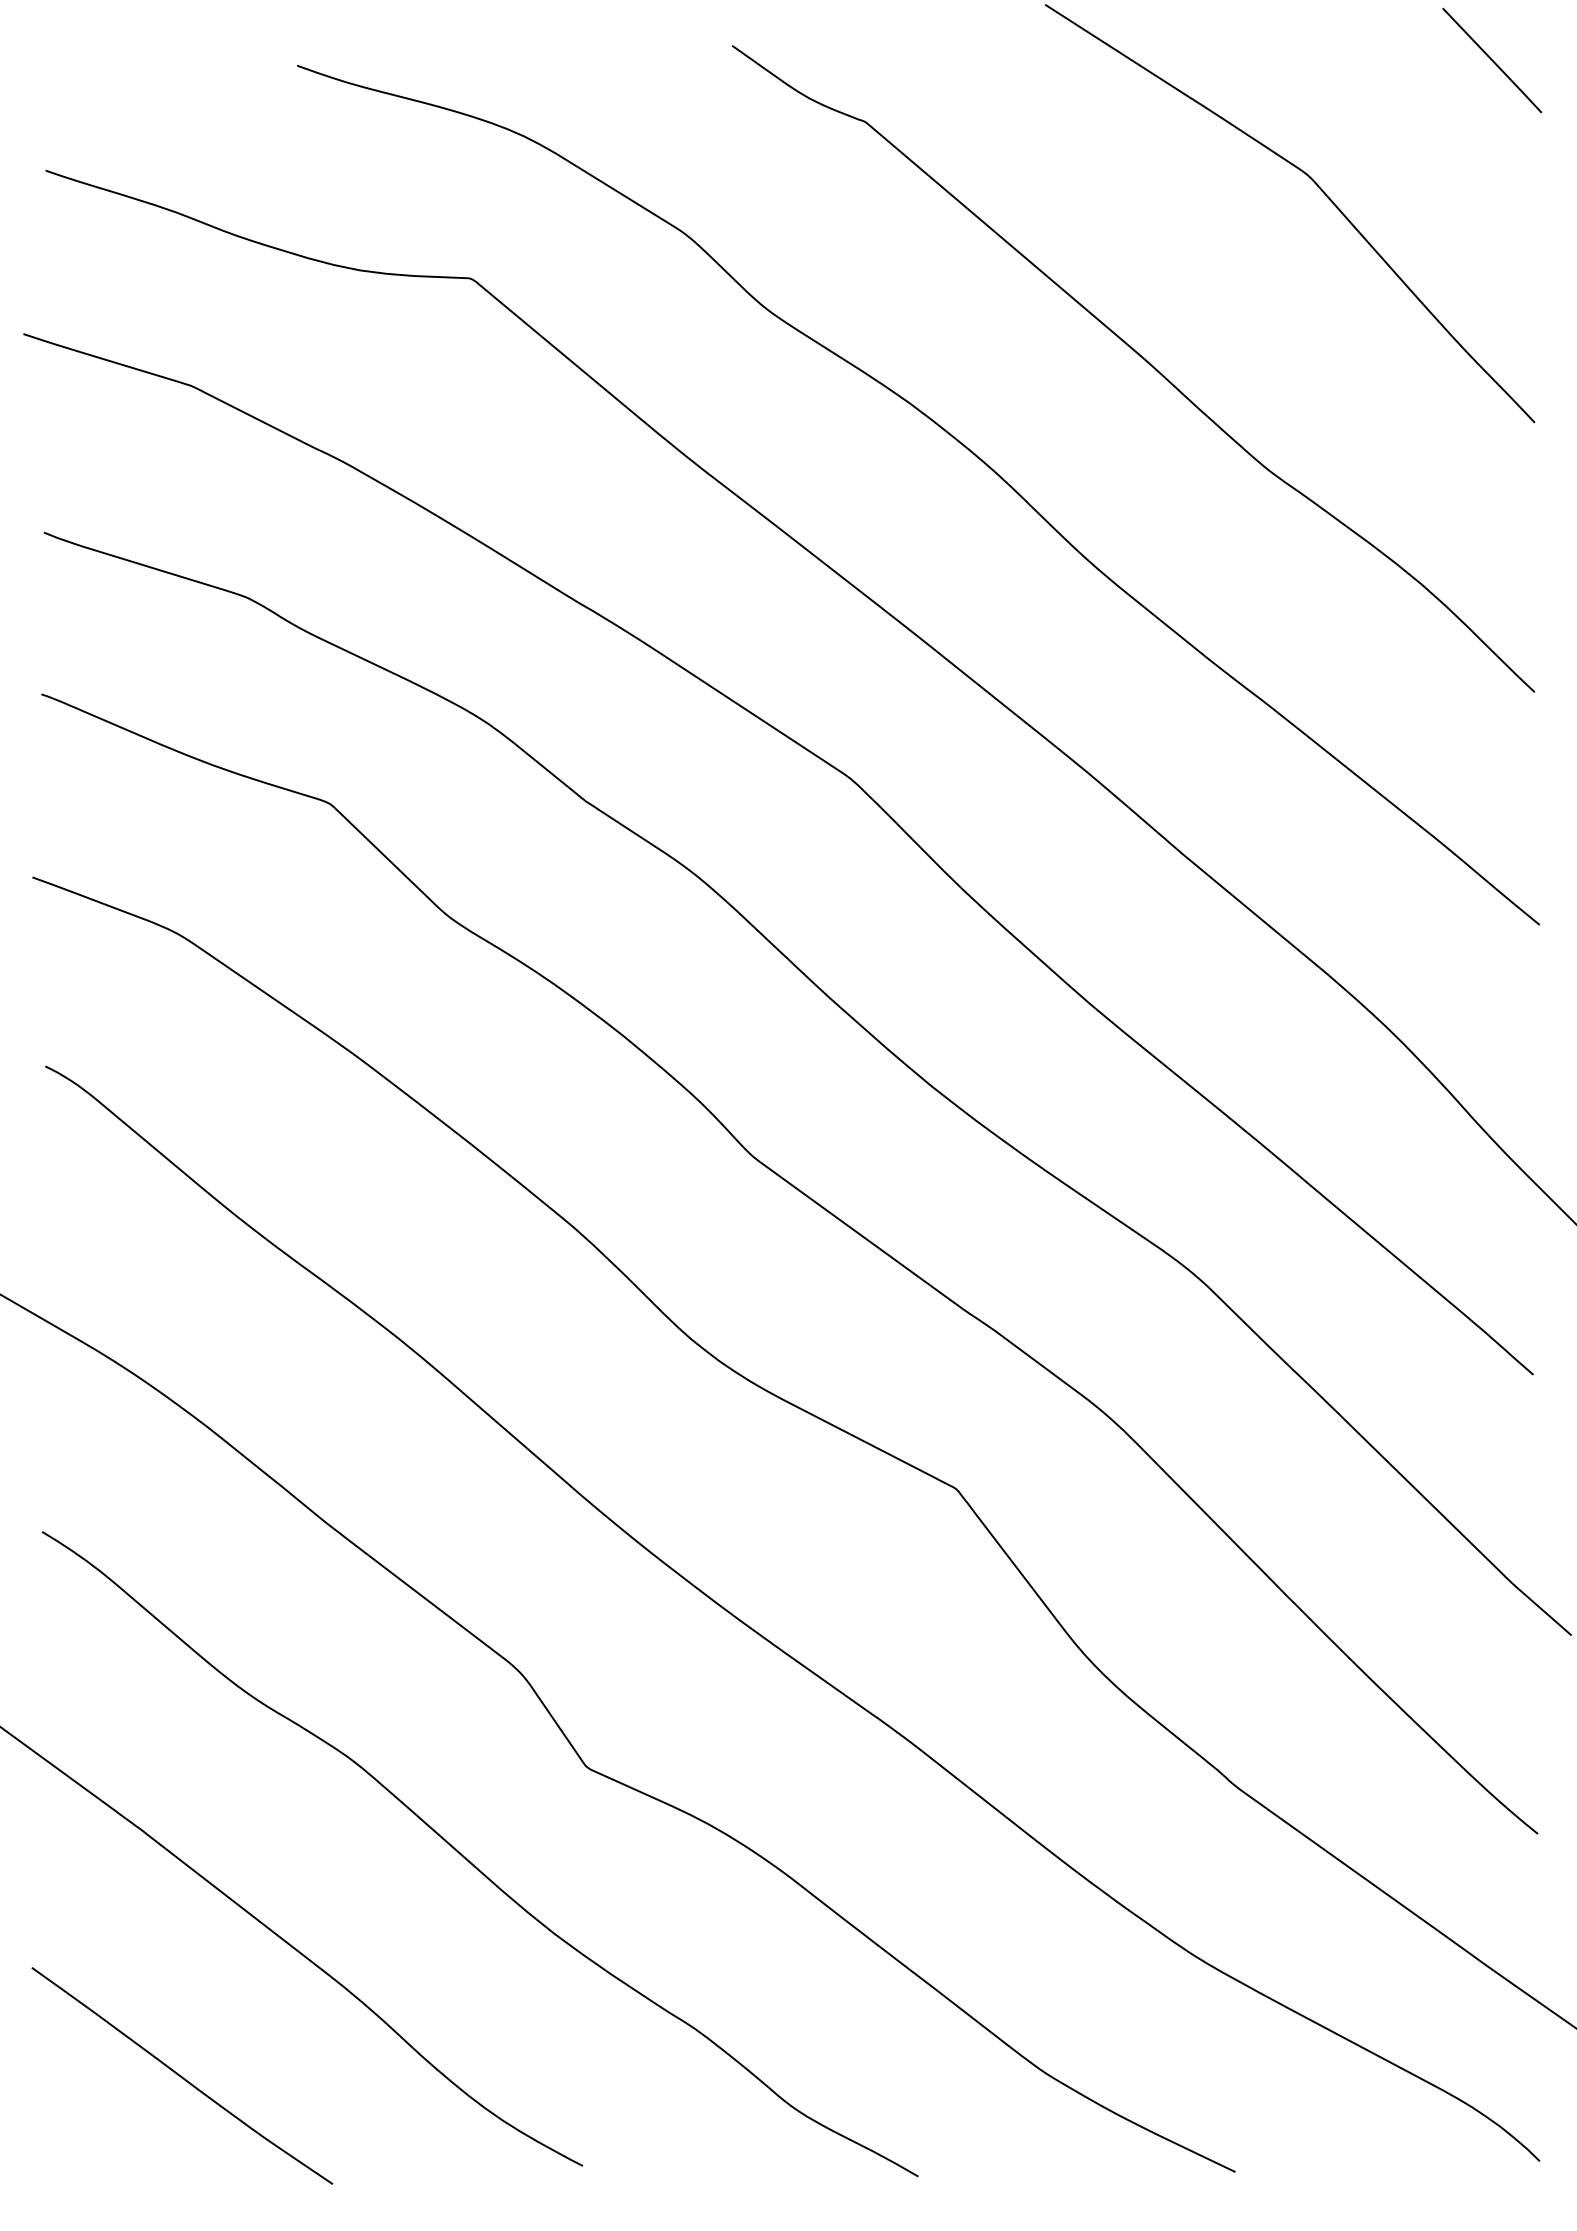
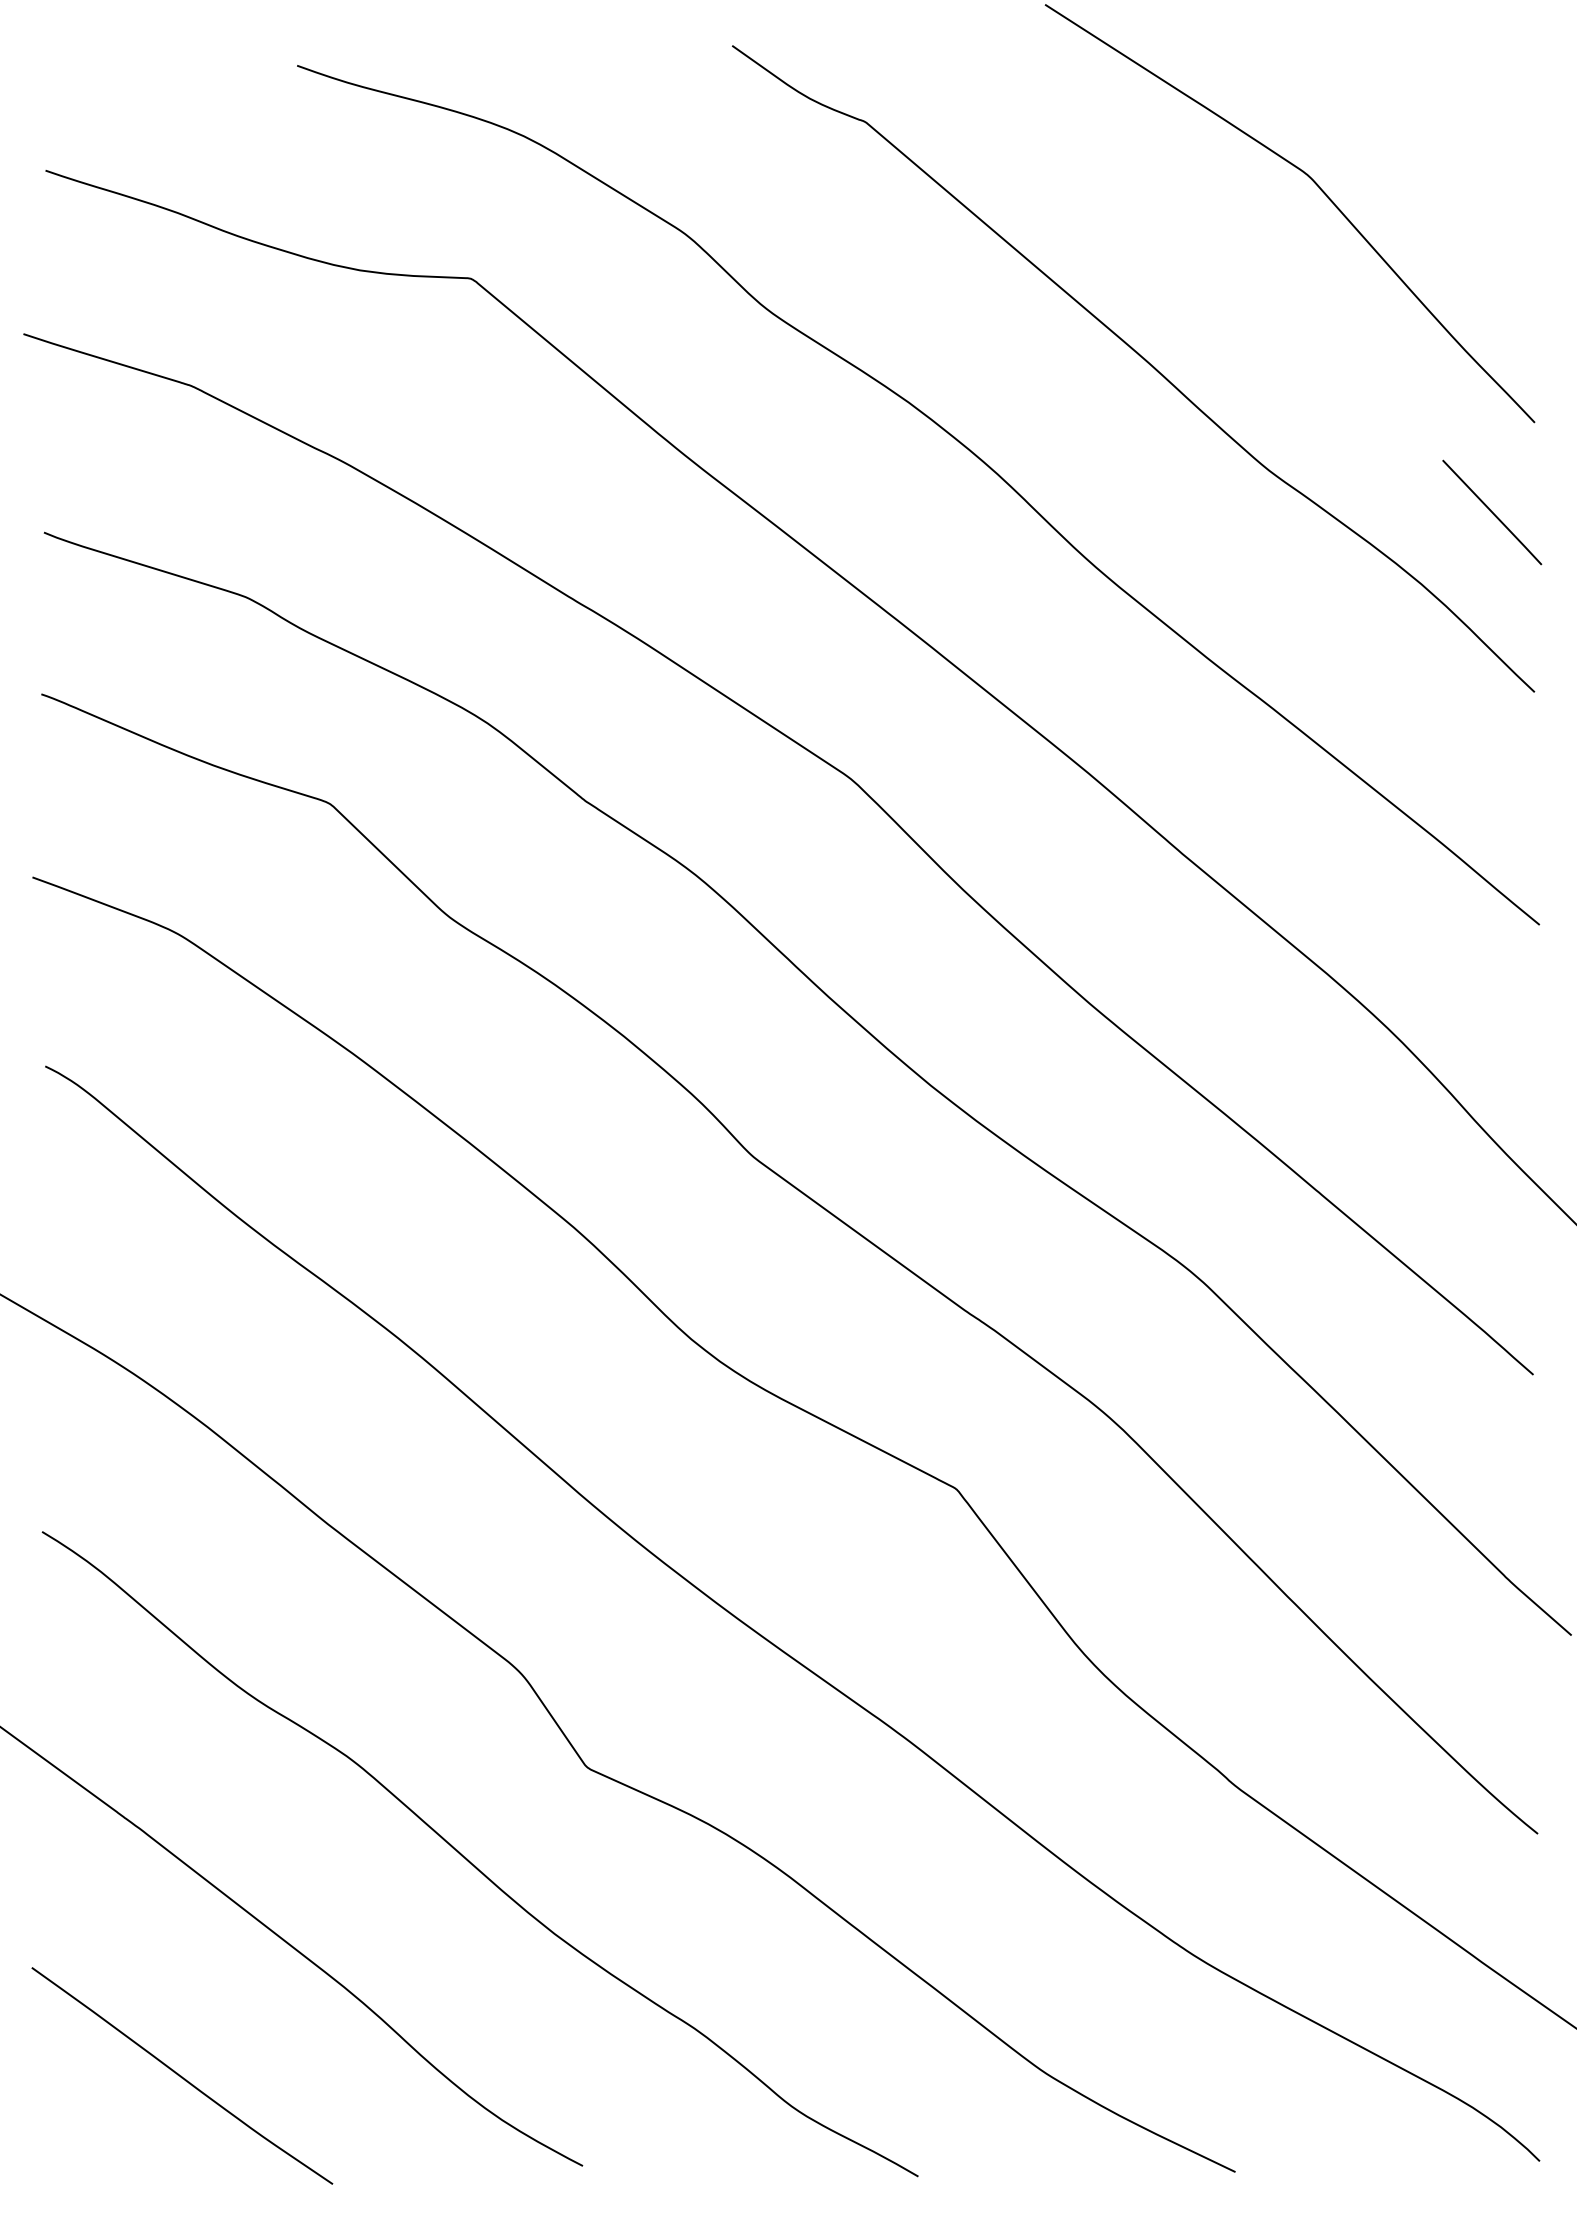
line at (1492, 60) position: (1492, 60) -> (1492, 512)
